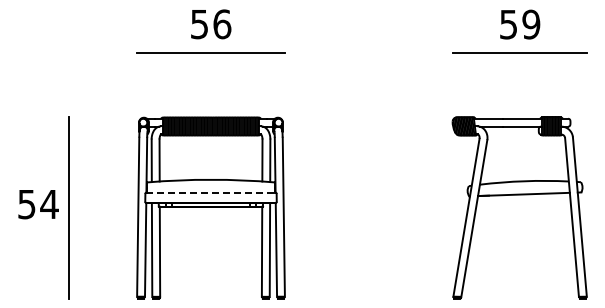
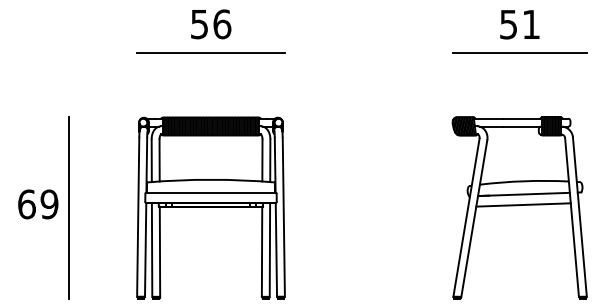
text at (531, 24): 59 -> 51
line at (211, 192): dashed -> solid
text at (38, 204): 54 -> 69
line at (523, 204): none -> present
